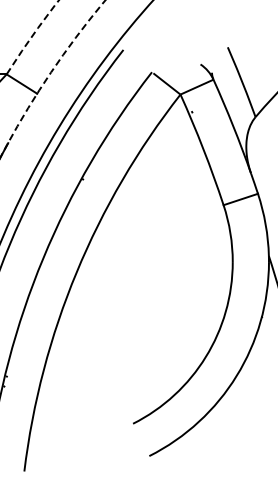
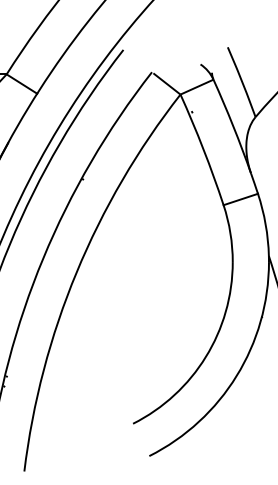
arc at (32, 36): dashed -> solid
arc at (48, 75): dashed -> solid
